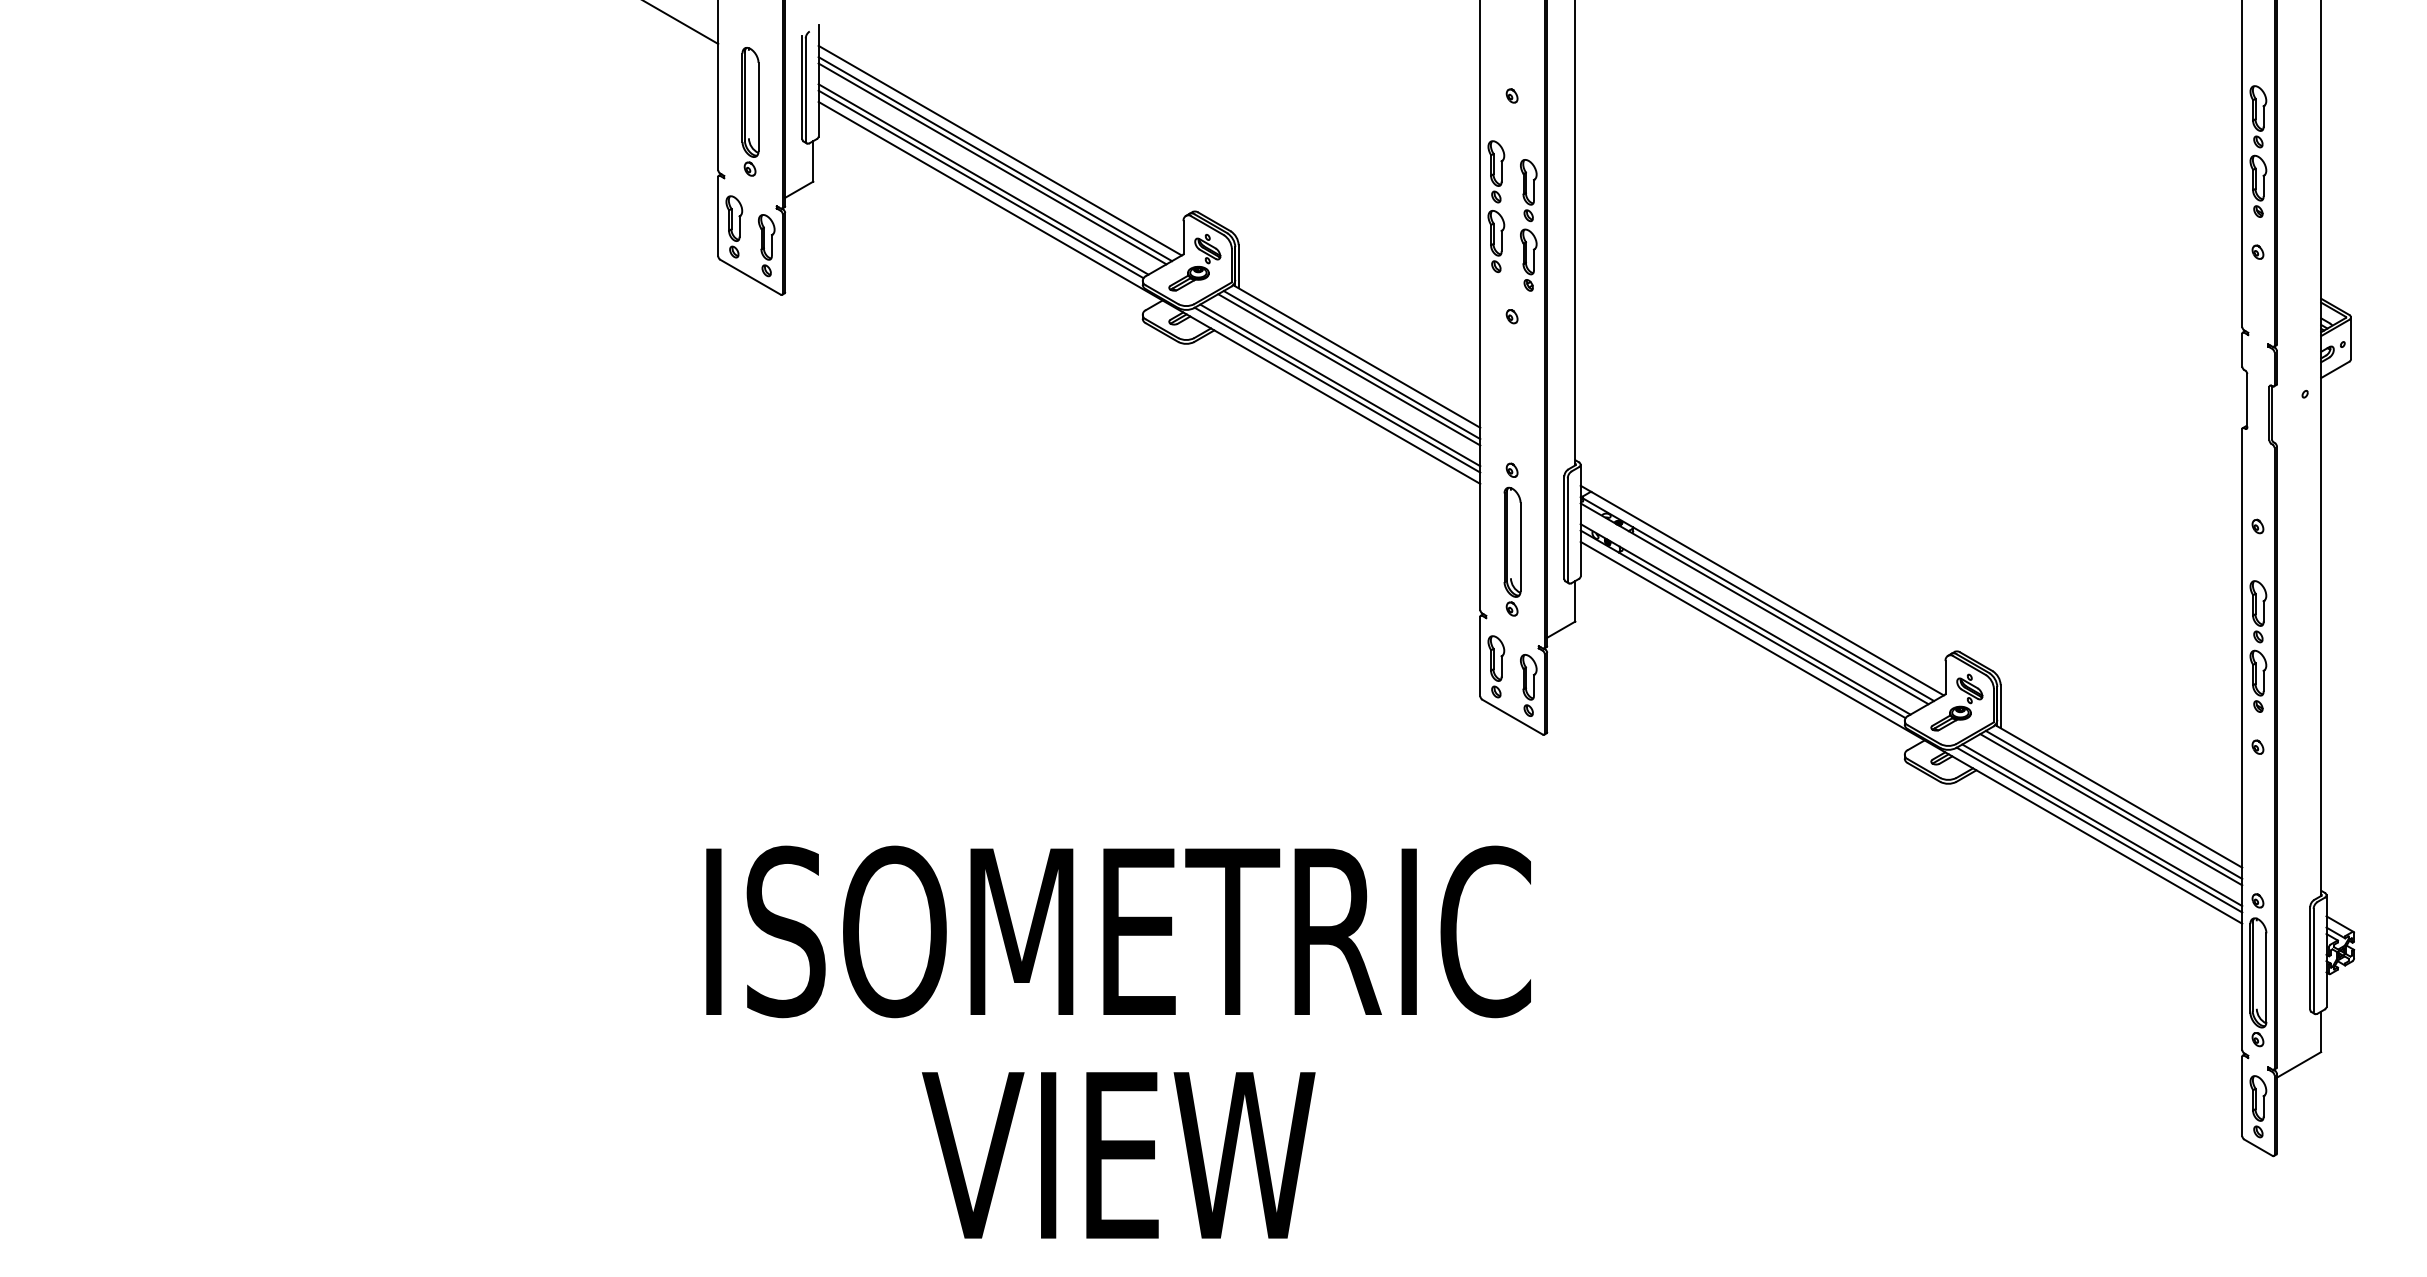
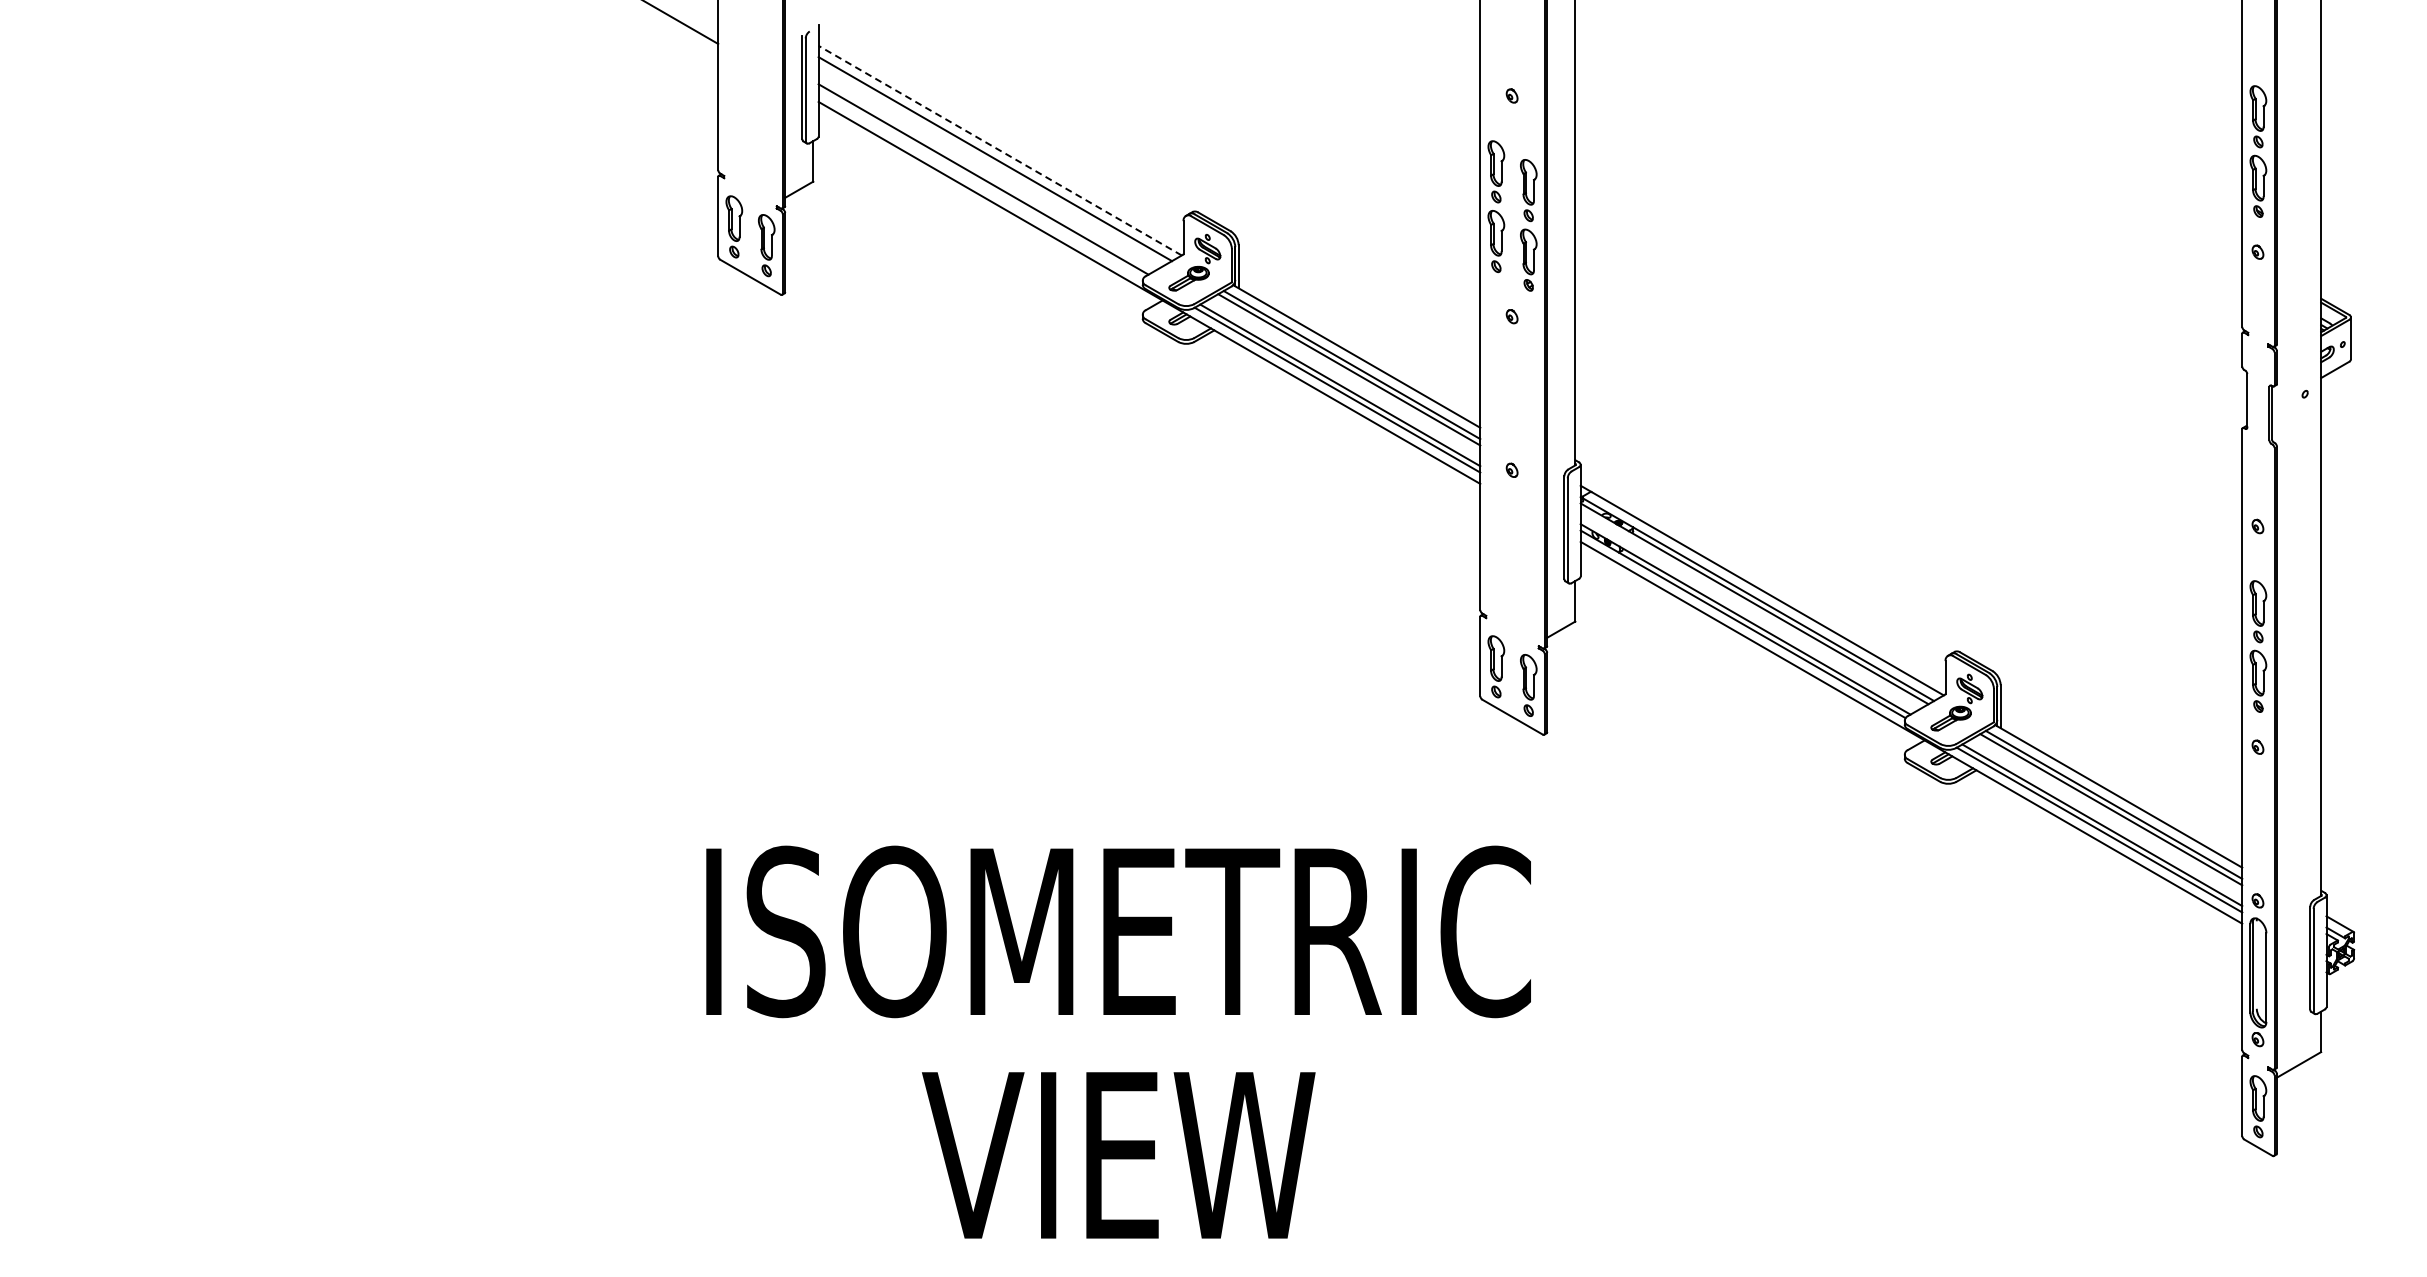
part at (750, 111): present -> none
line at (1000, 150): solid -> dashed
line at (992, 163): present -> none
line at (980, 184): present -> none
part at (1512, 551): present -> none
